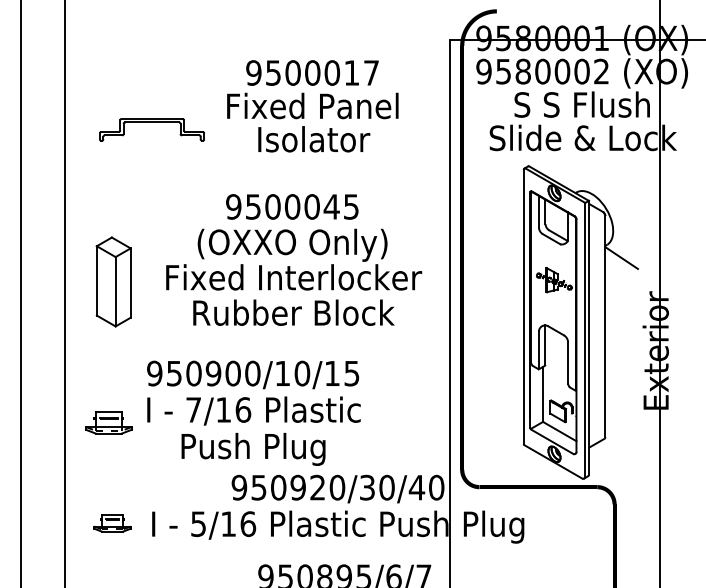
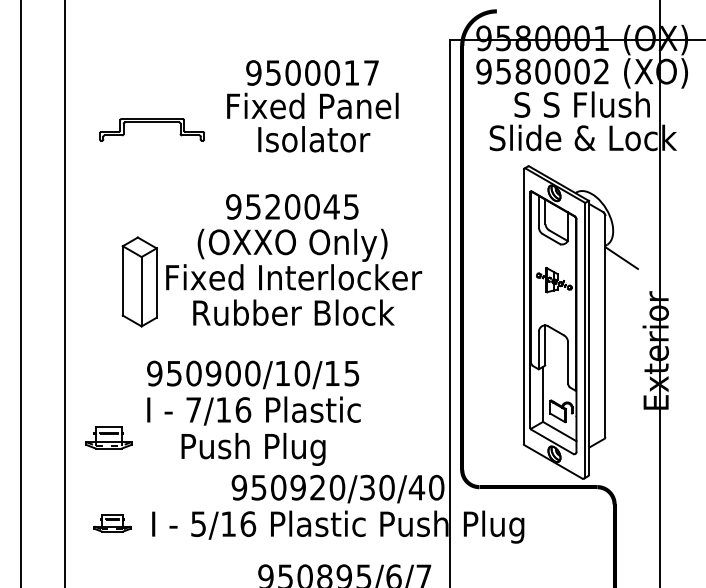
text at (272, 206): 9500045 -> 9520045
part at (113, 281) position: (113, 281) -> (139, 281)
part at (108, 422) position: (108, 422) -> (108, 437)
